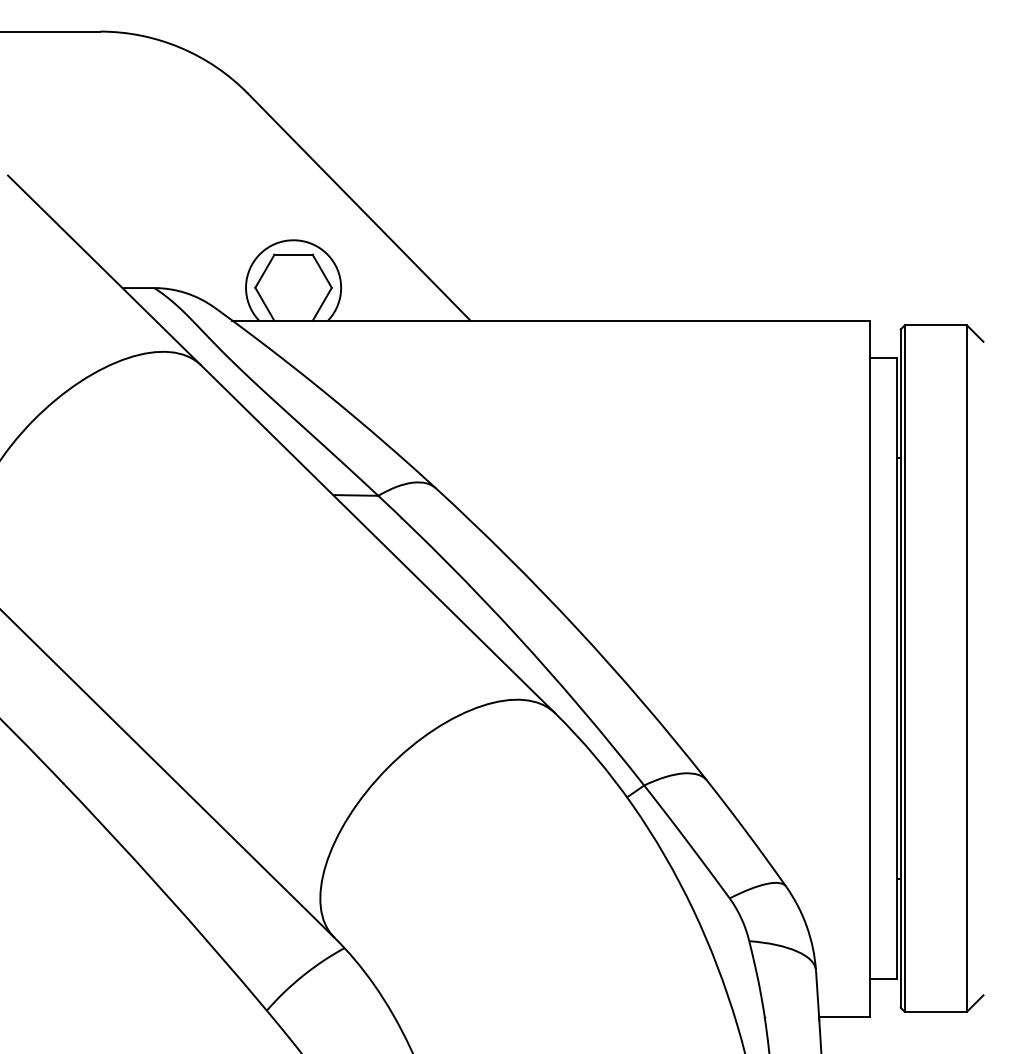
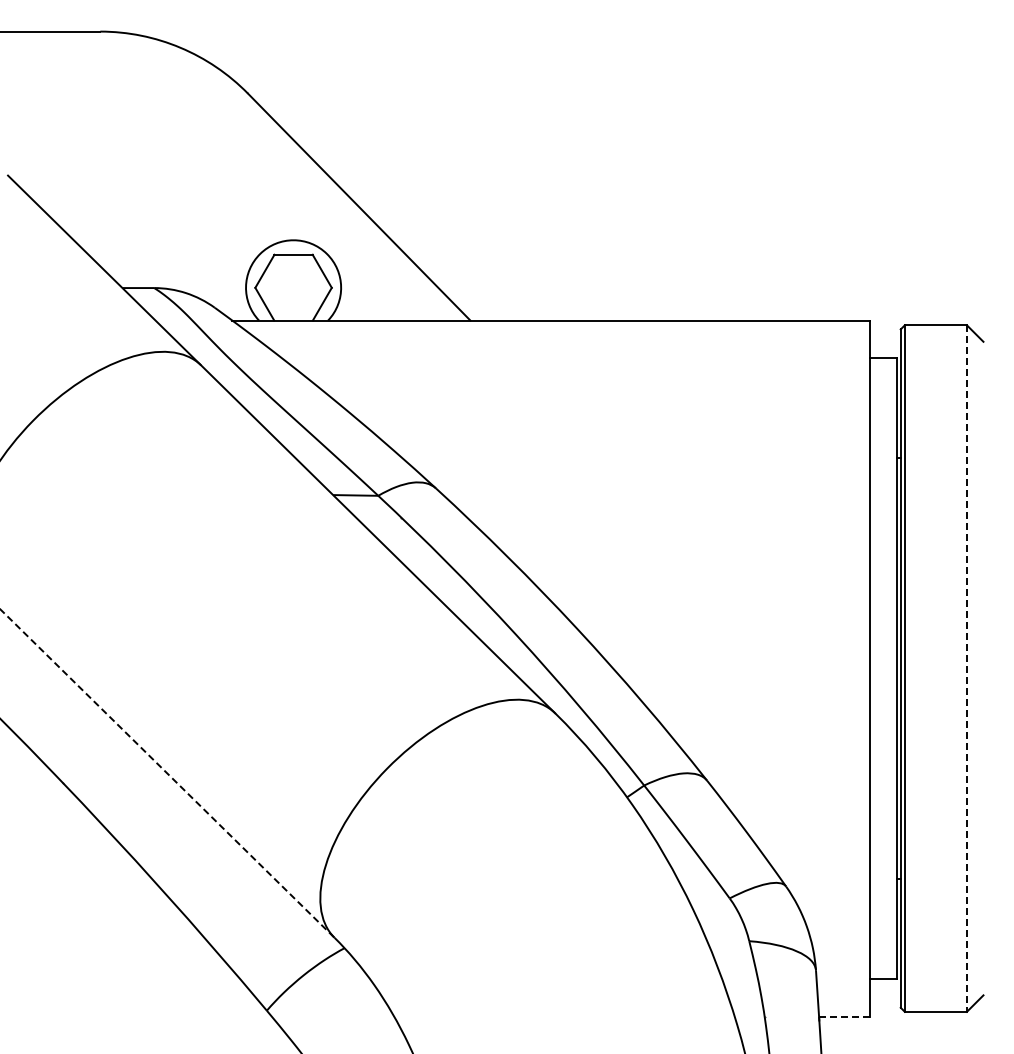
line at (966, 669): solid -> dashed
line at (167, 773): solid -> dashed
line at (843, 1016): solid -> dashed
